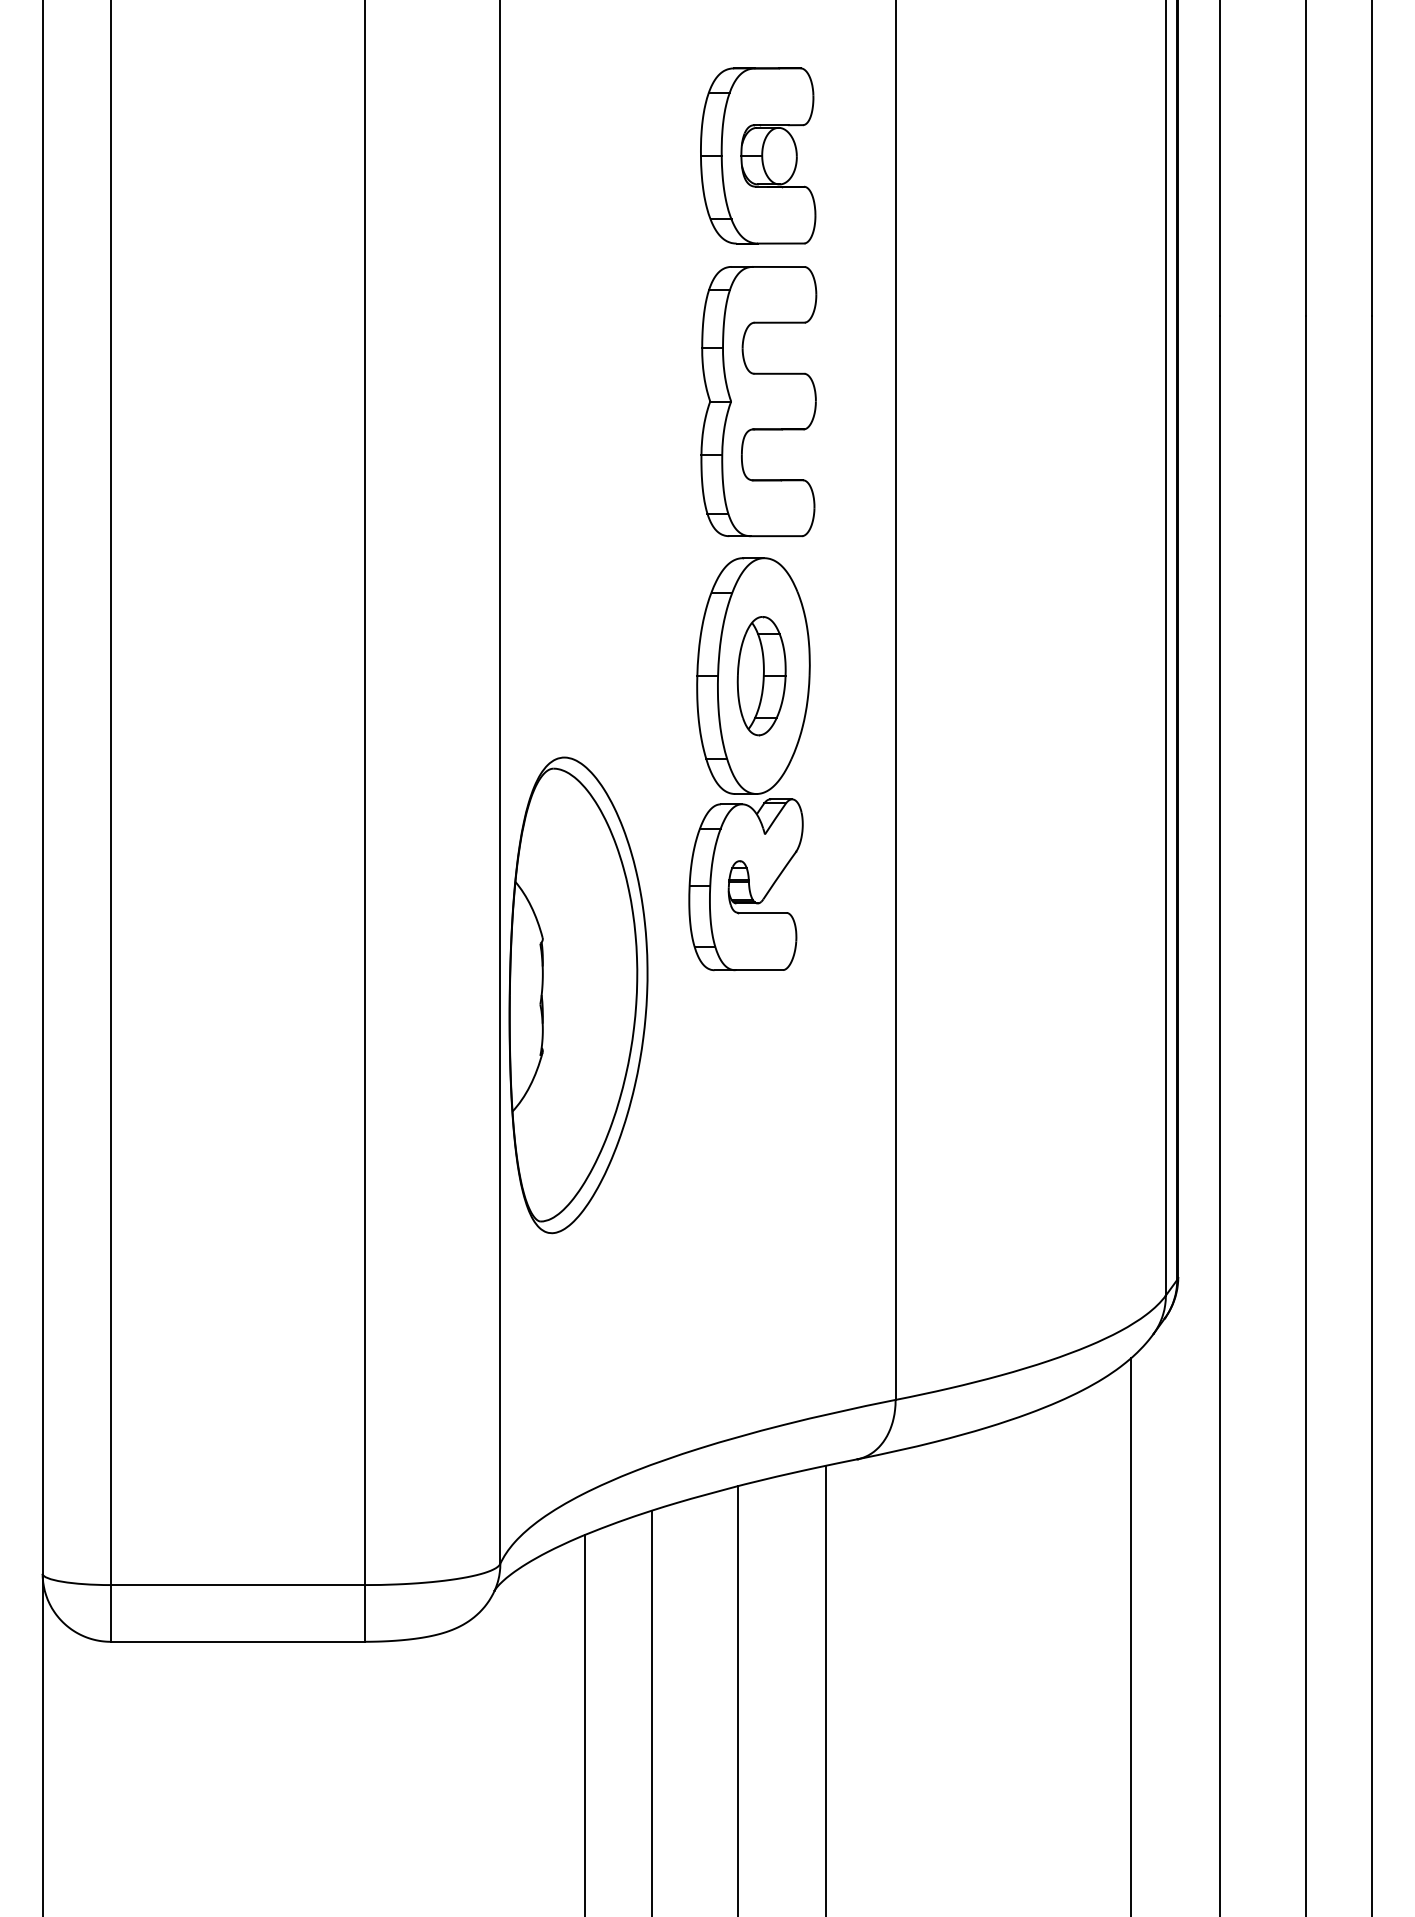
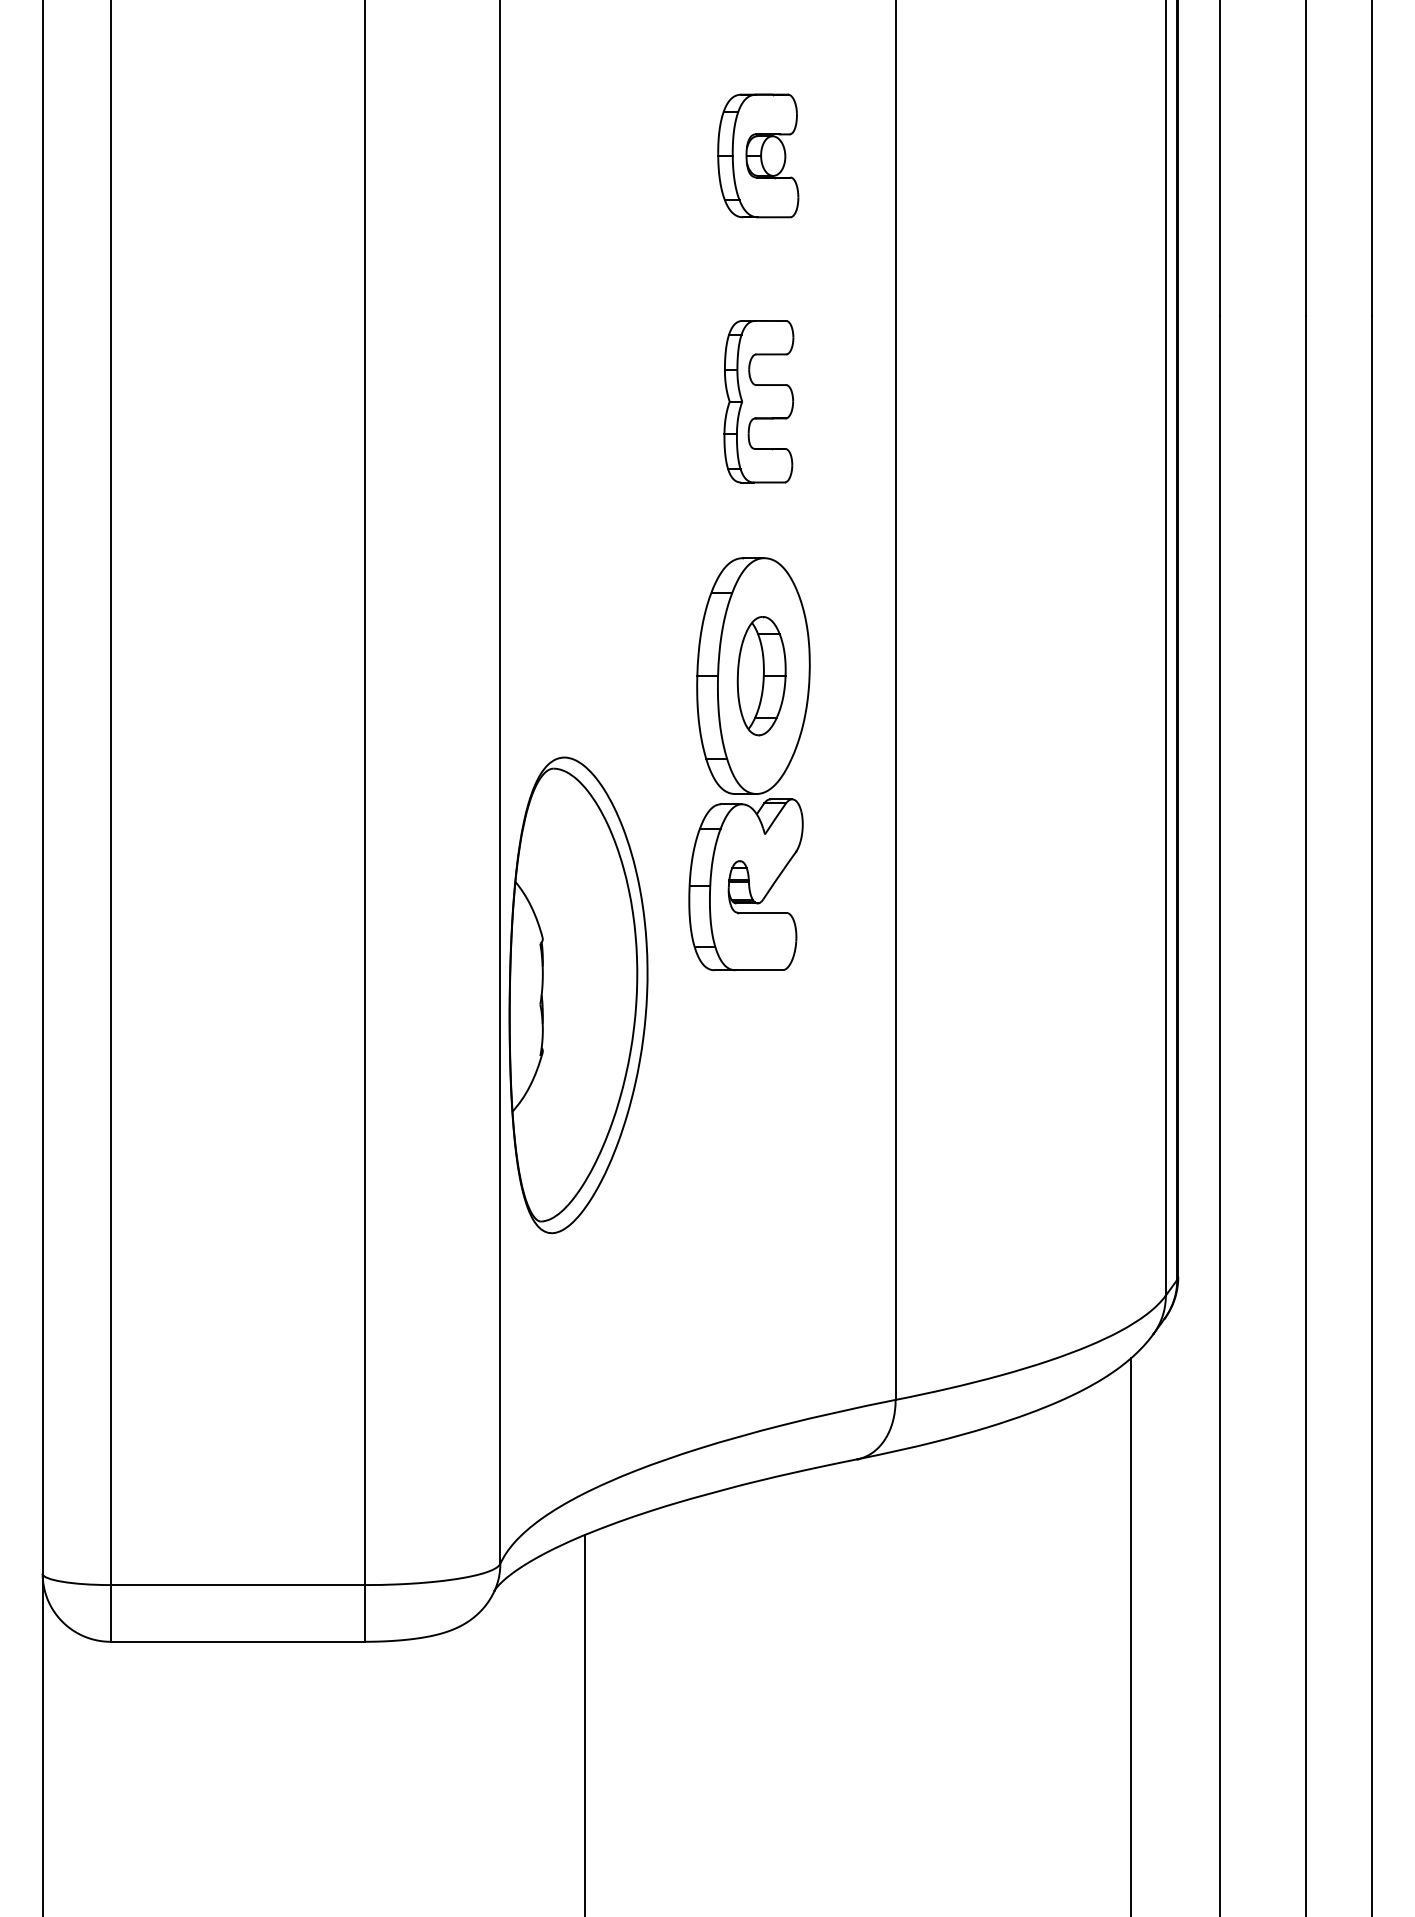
part at (758, 155) size: 117x178 px -> 83x126 px
part at (758, 401) size: 118x272 px -> 72x164 px
line at (826, 1689): present -> none
line at (737, 1699): present -> none
line at (651, 1711): present -> none
